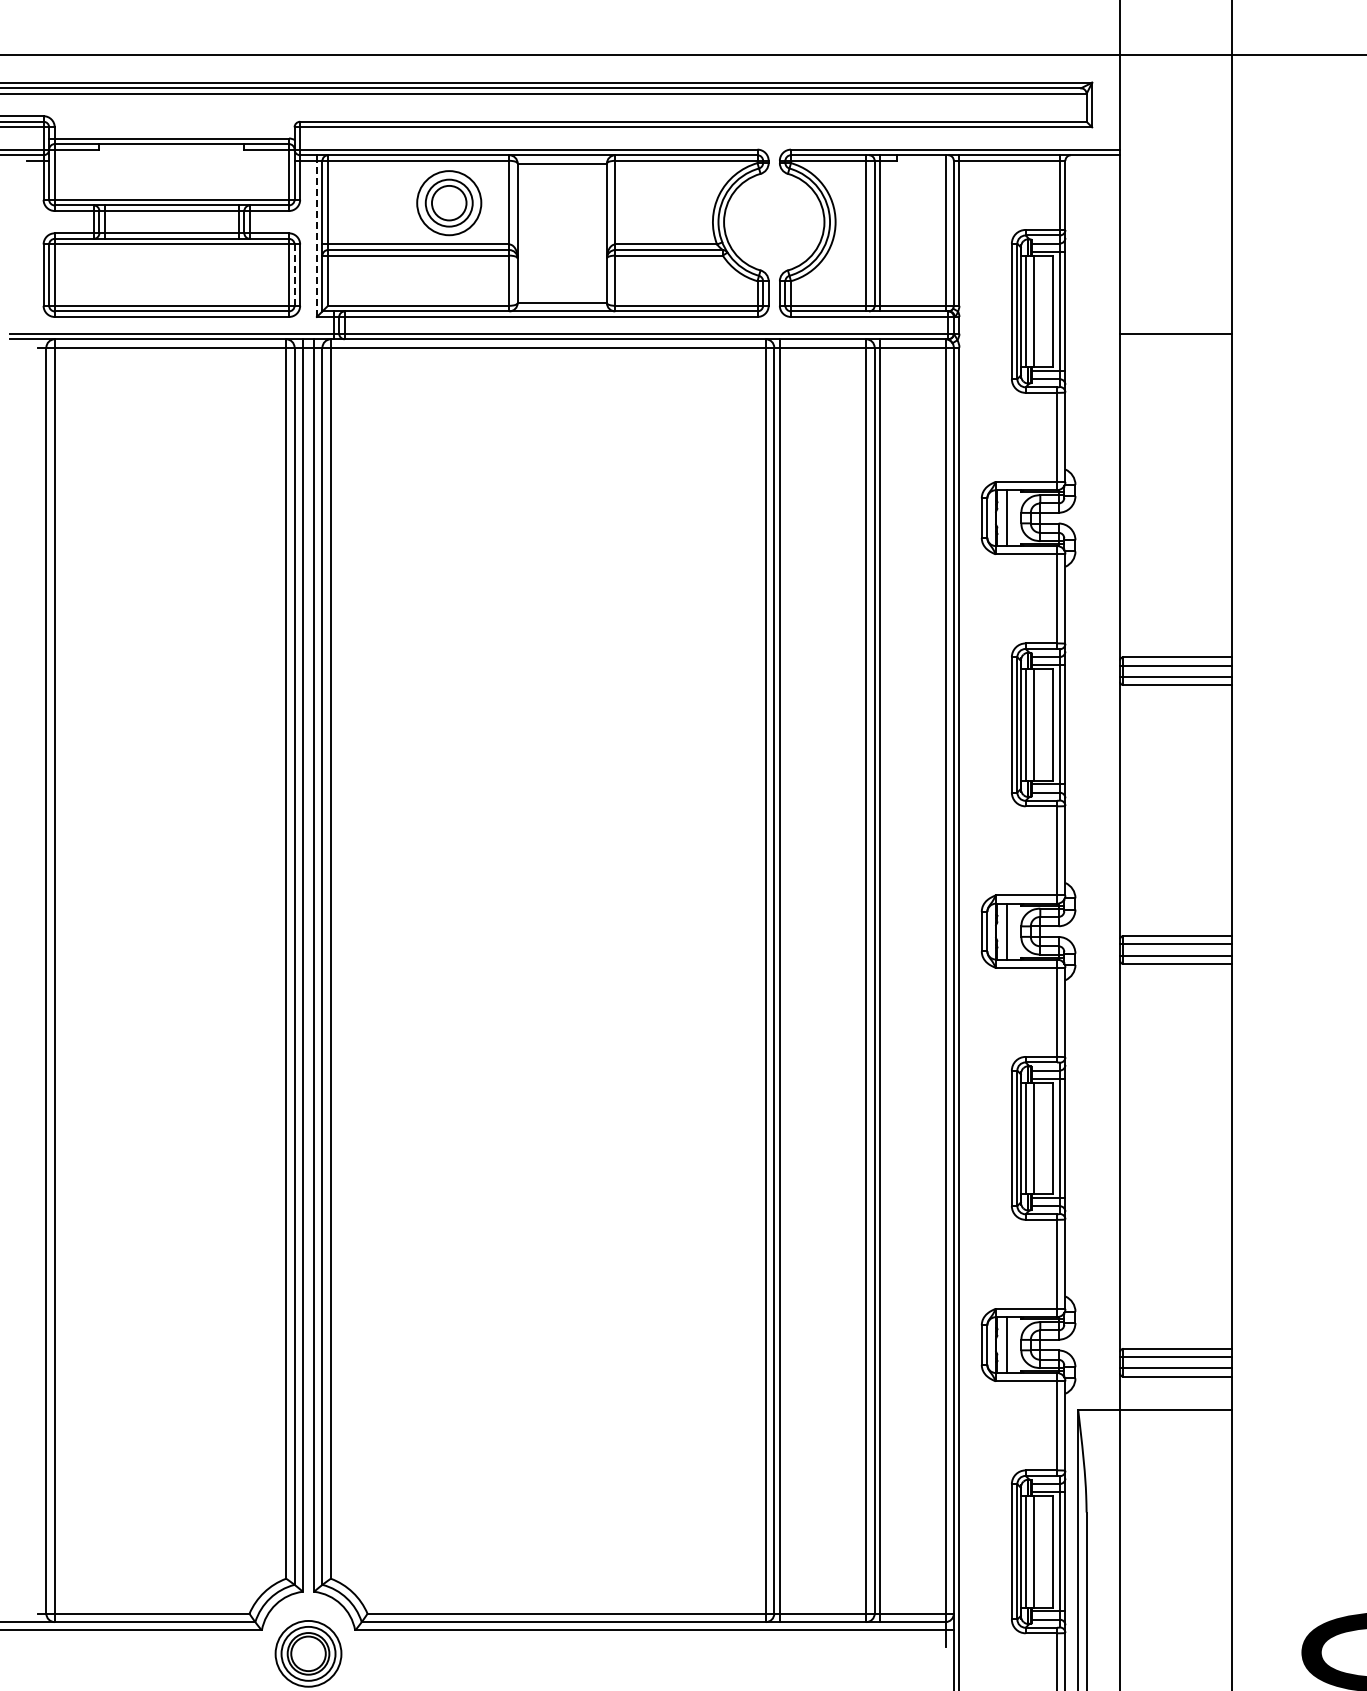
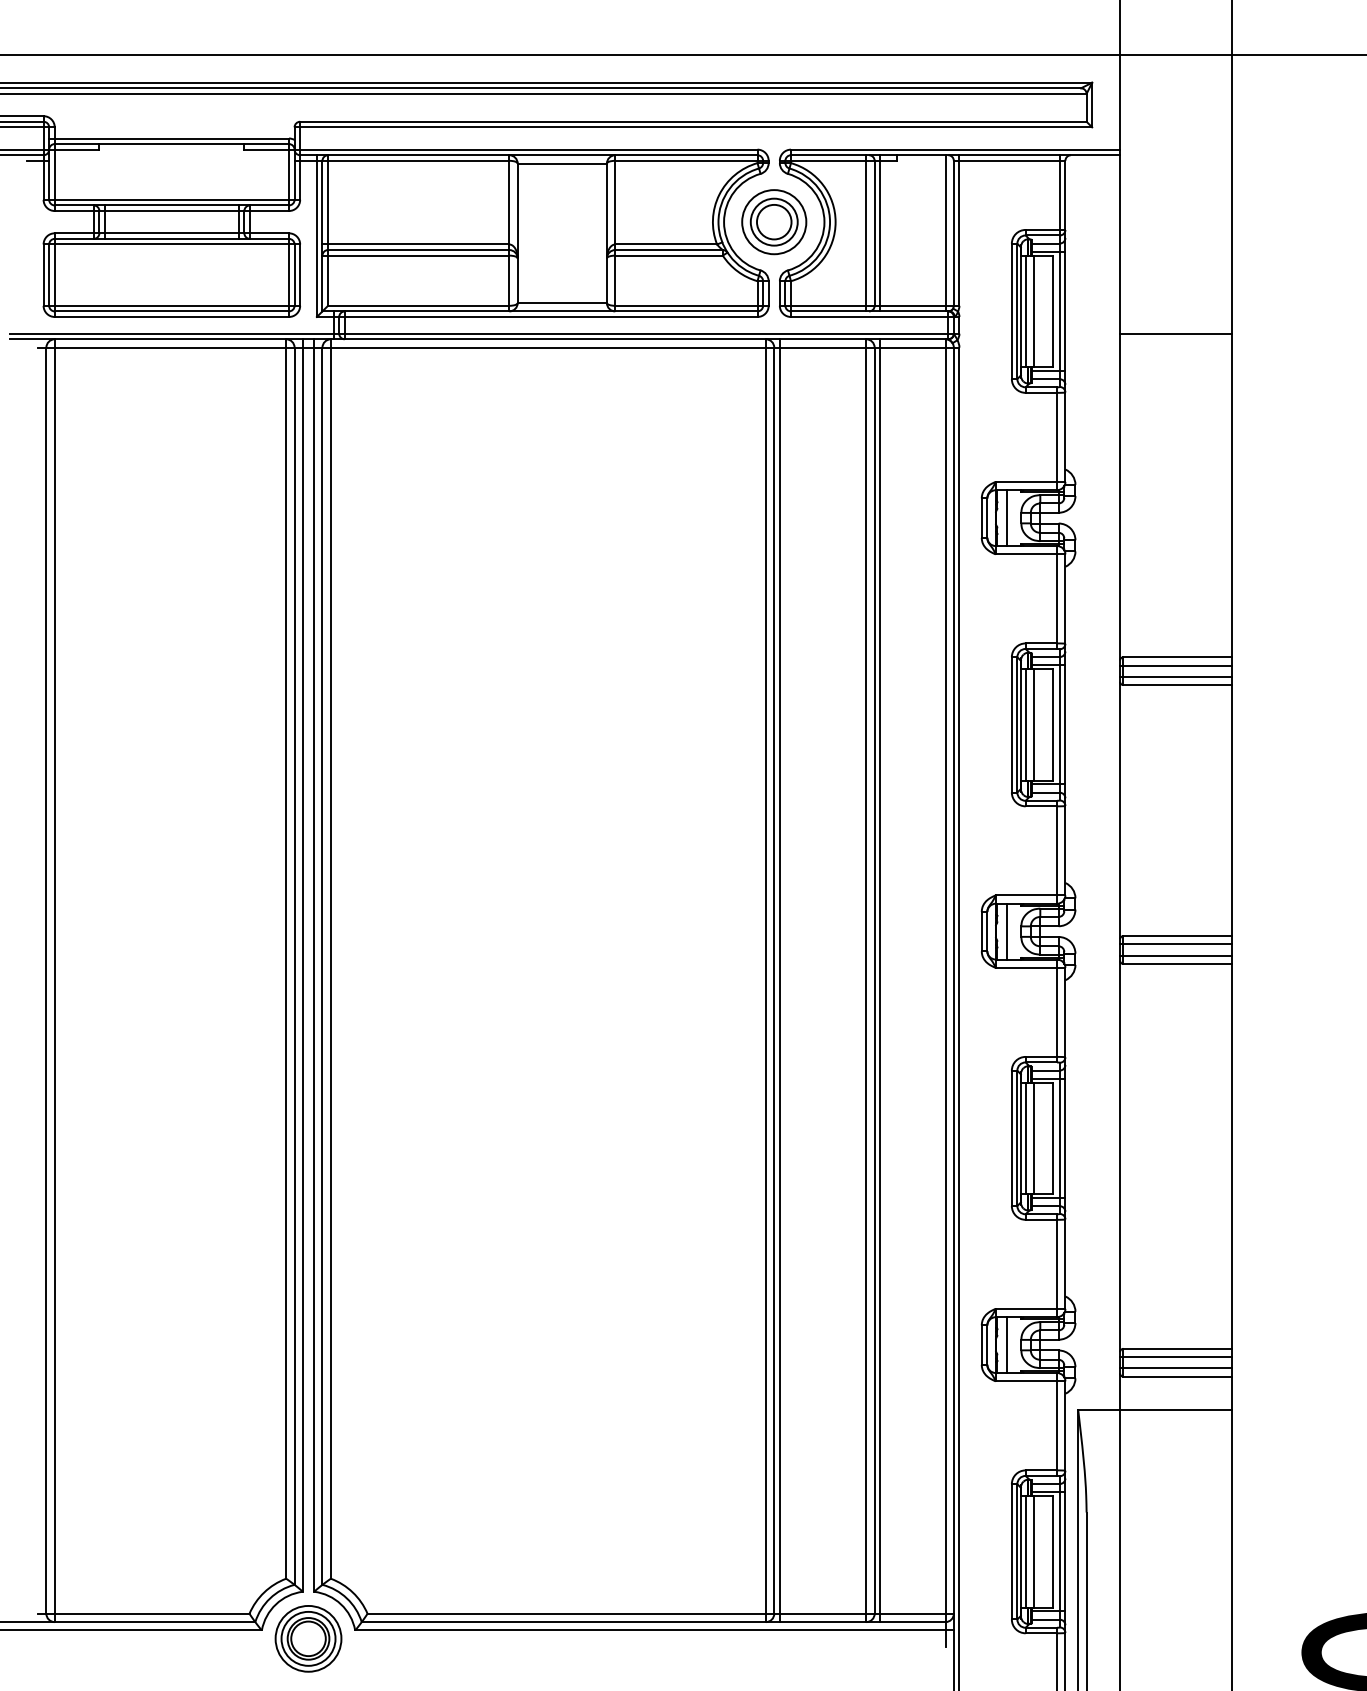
part at (449, 203) position: (449, 203) -> (774, 222)
line at (316, 238): dashed -> solid
line at (294, 275): dashed -> solid
part at (308, 1653) position: (308, 1653) -> (308, 1638)
